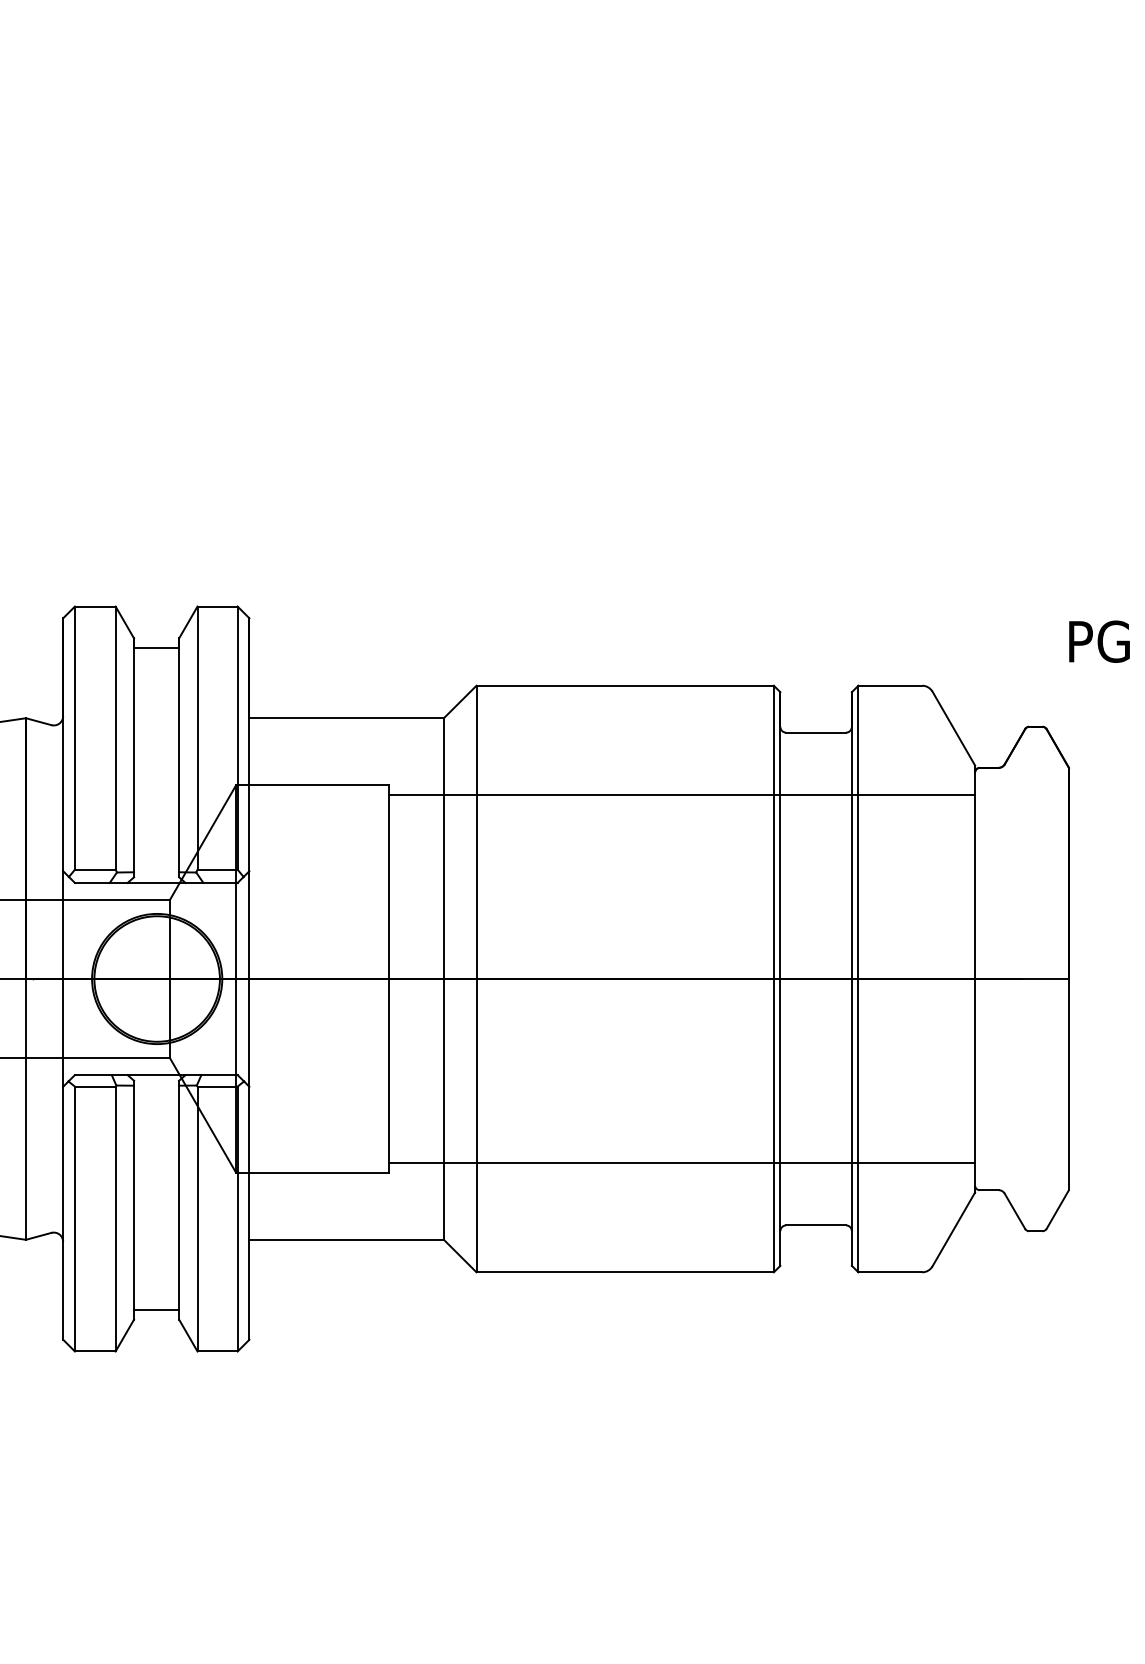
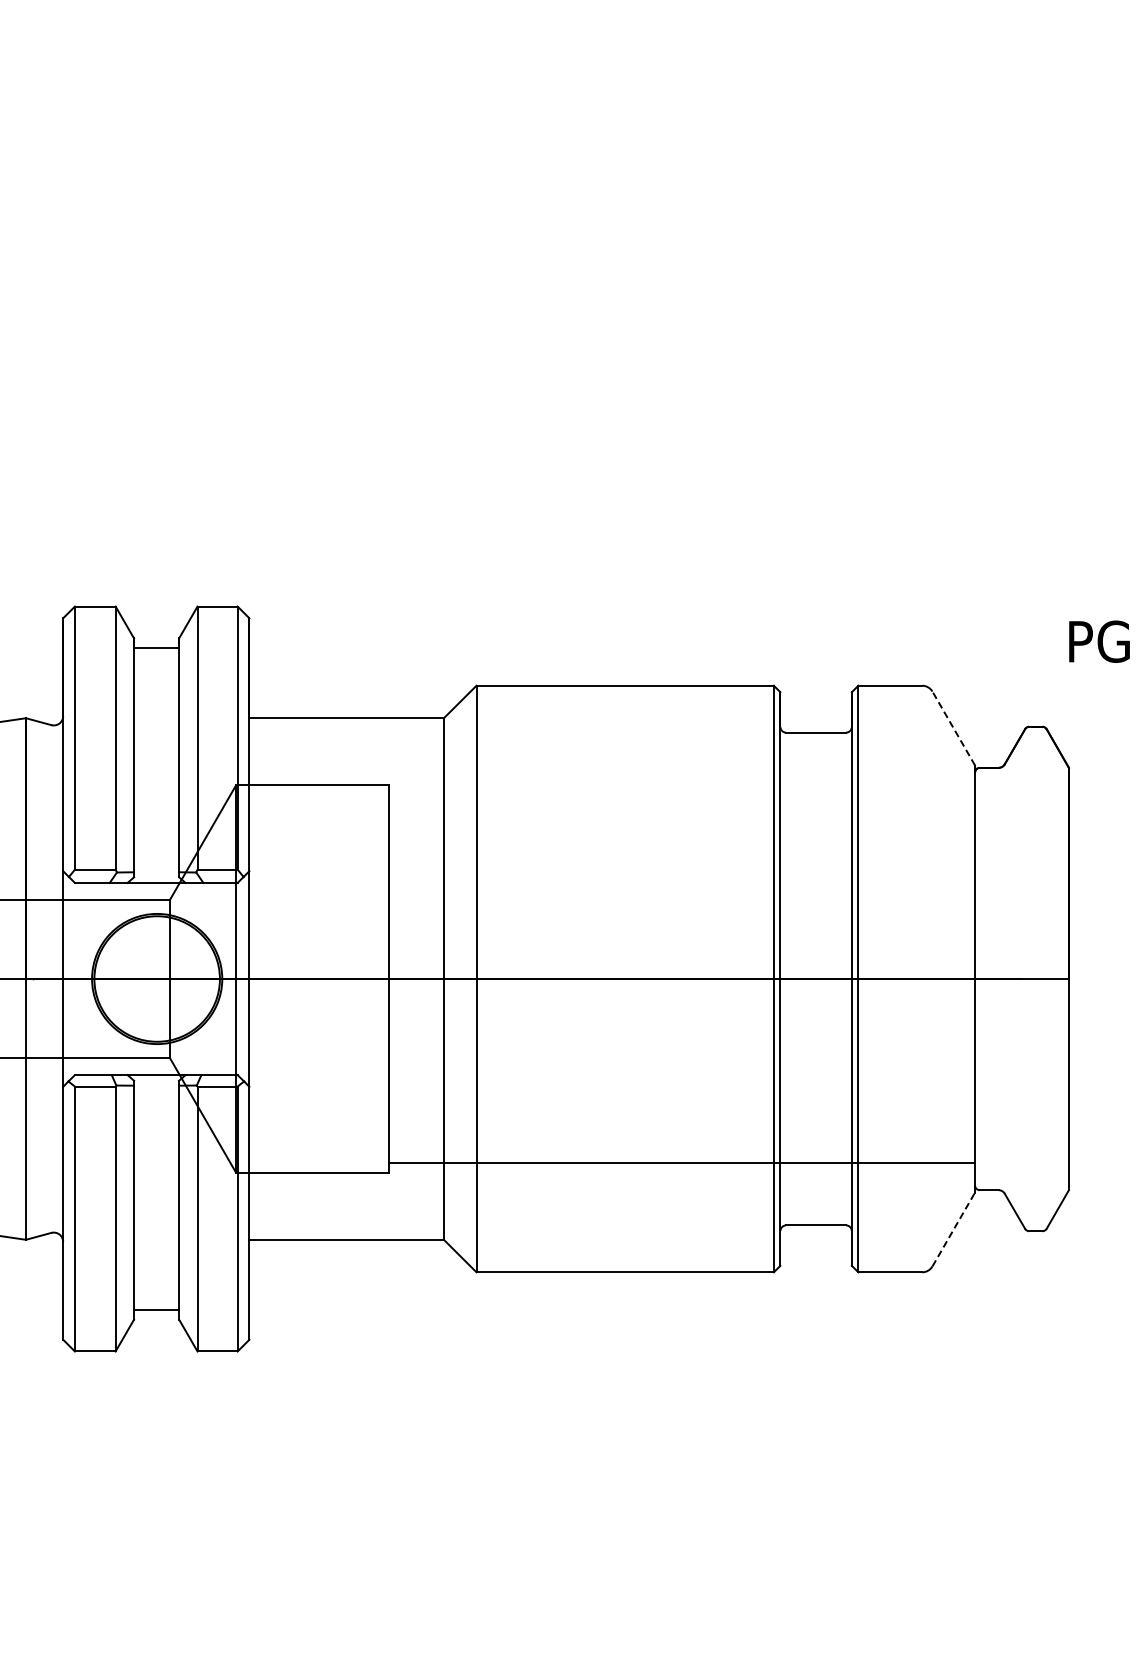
line at (953, 728): solid -> dashed
line at (681, 794): present -> none
line at (953, 1229): solid -> dashed
